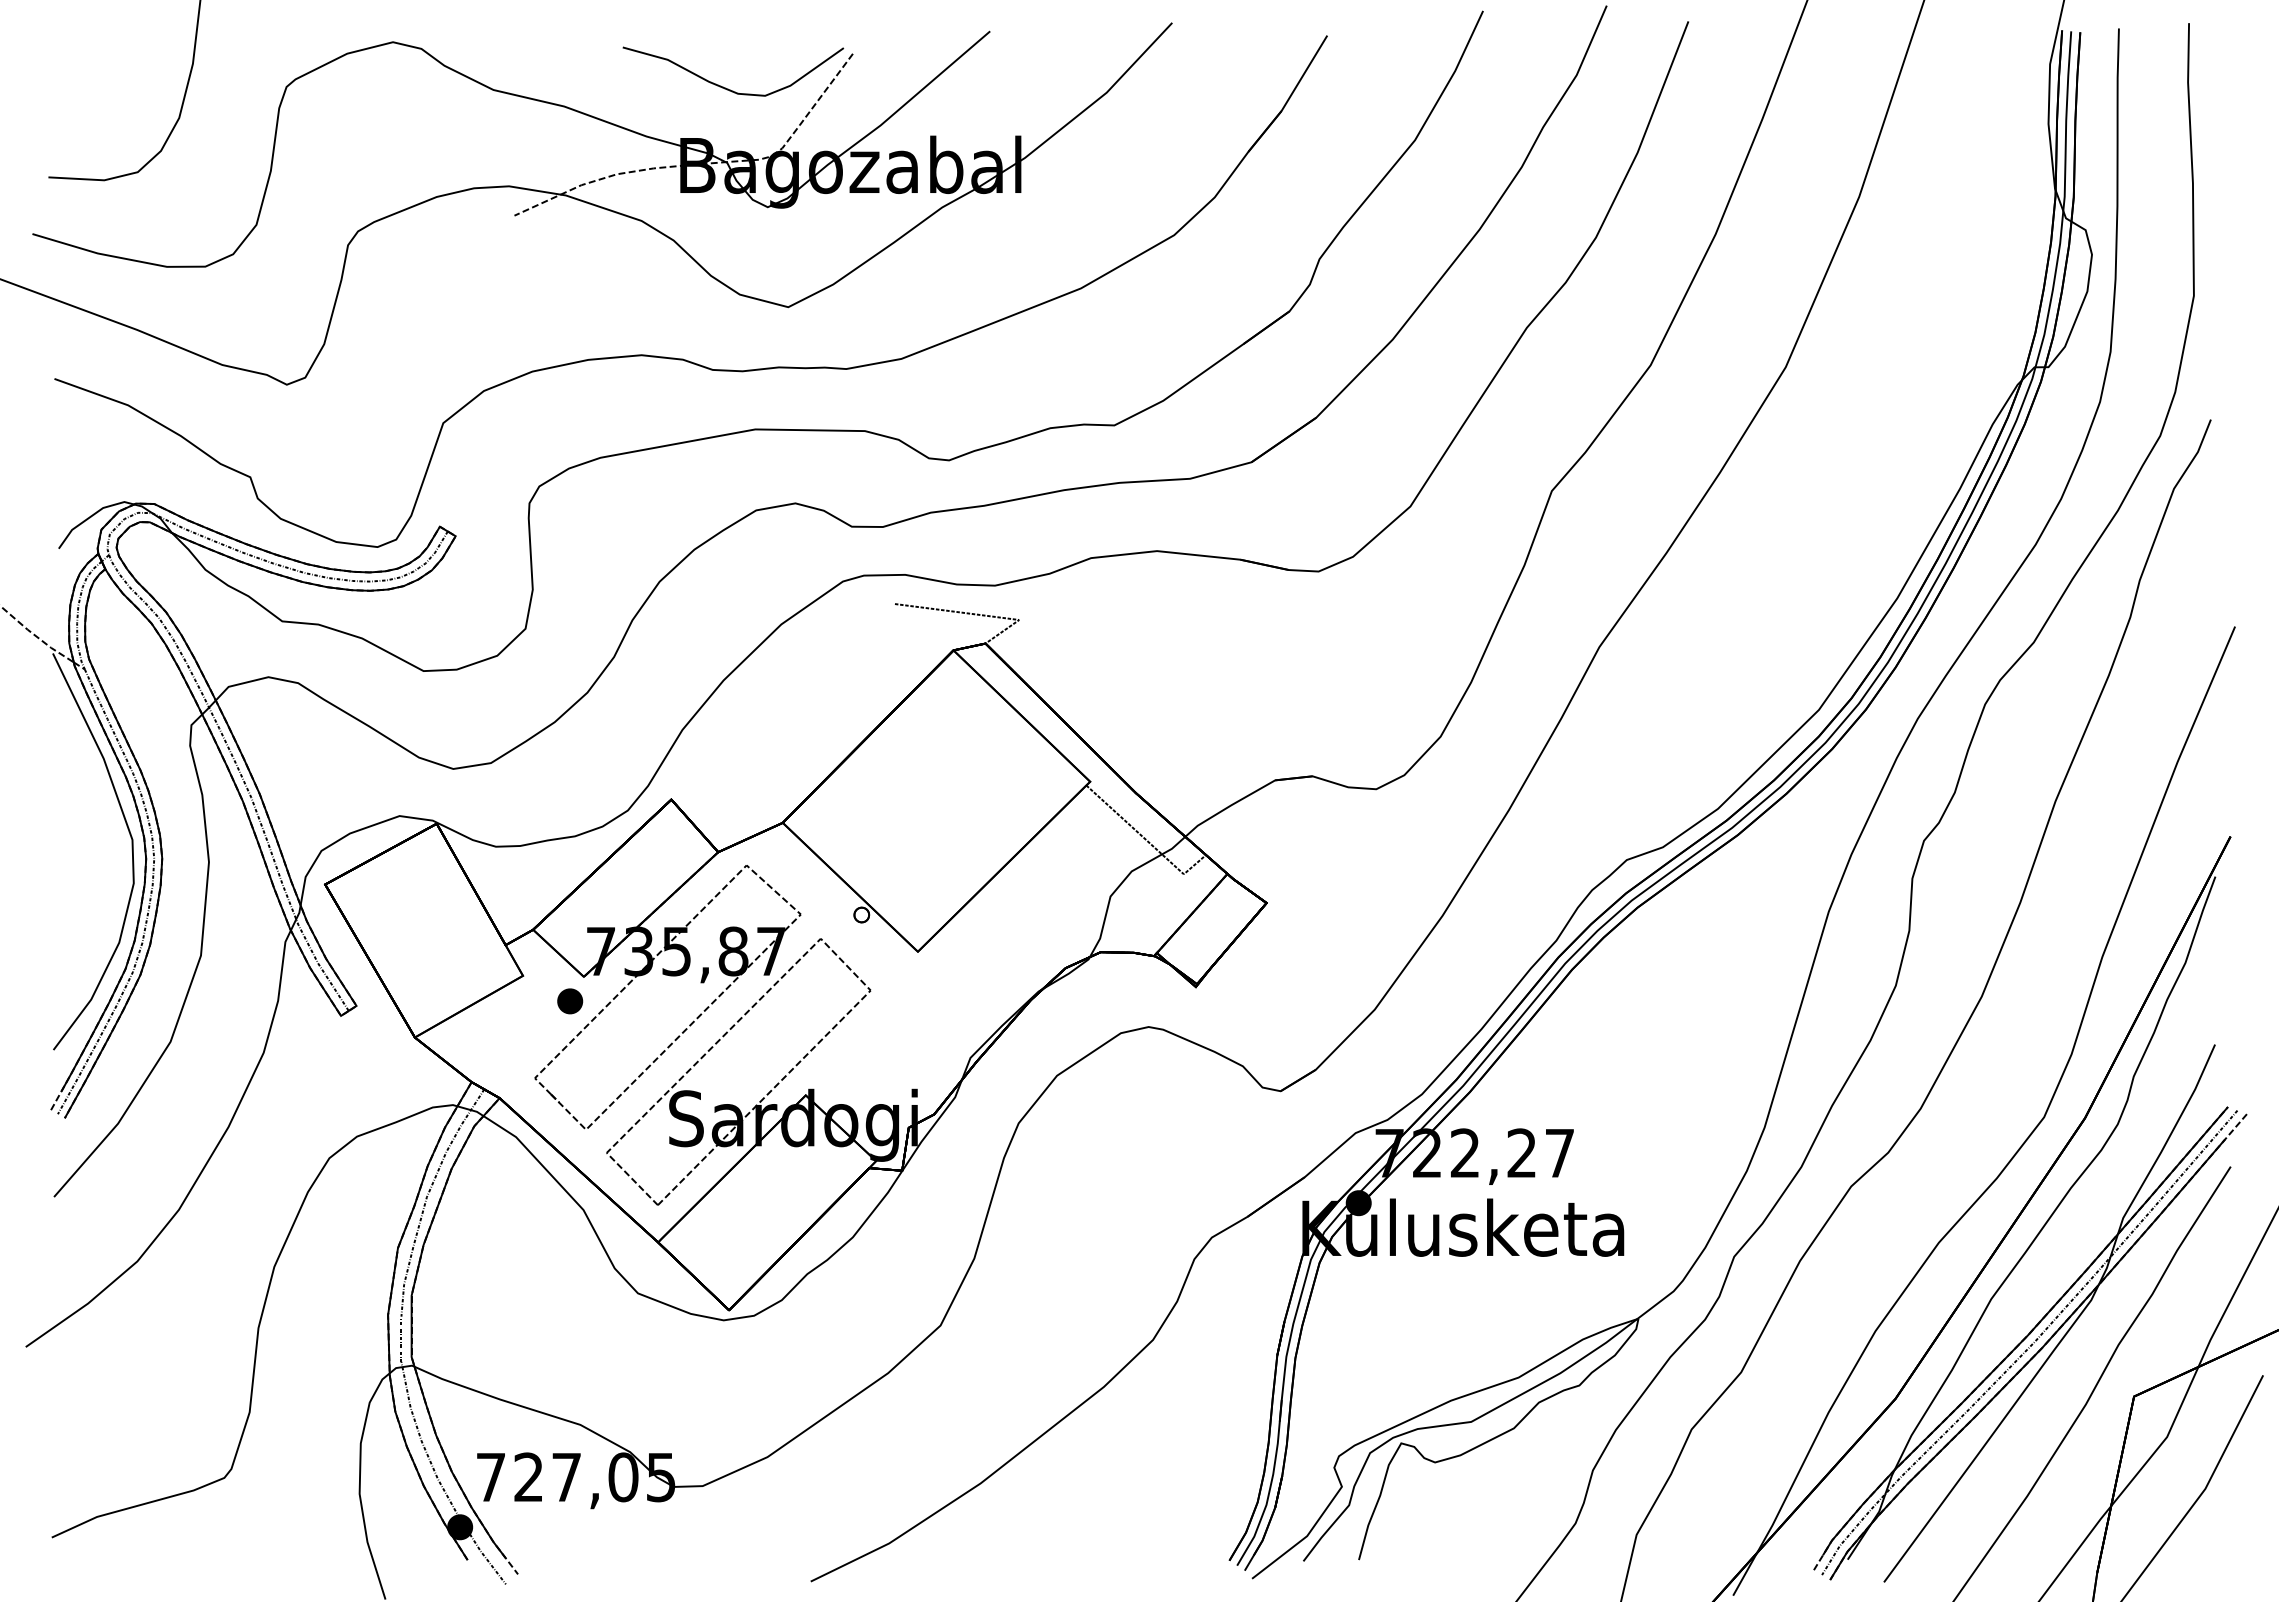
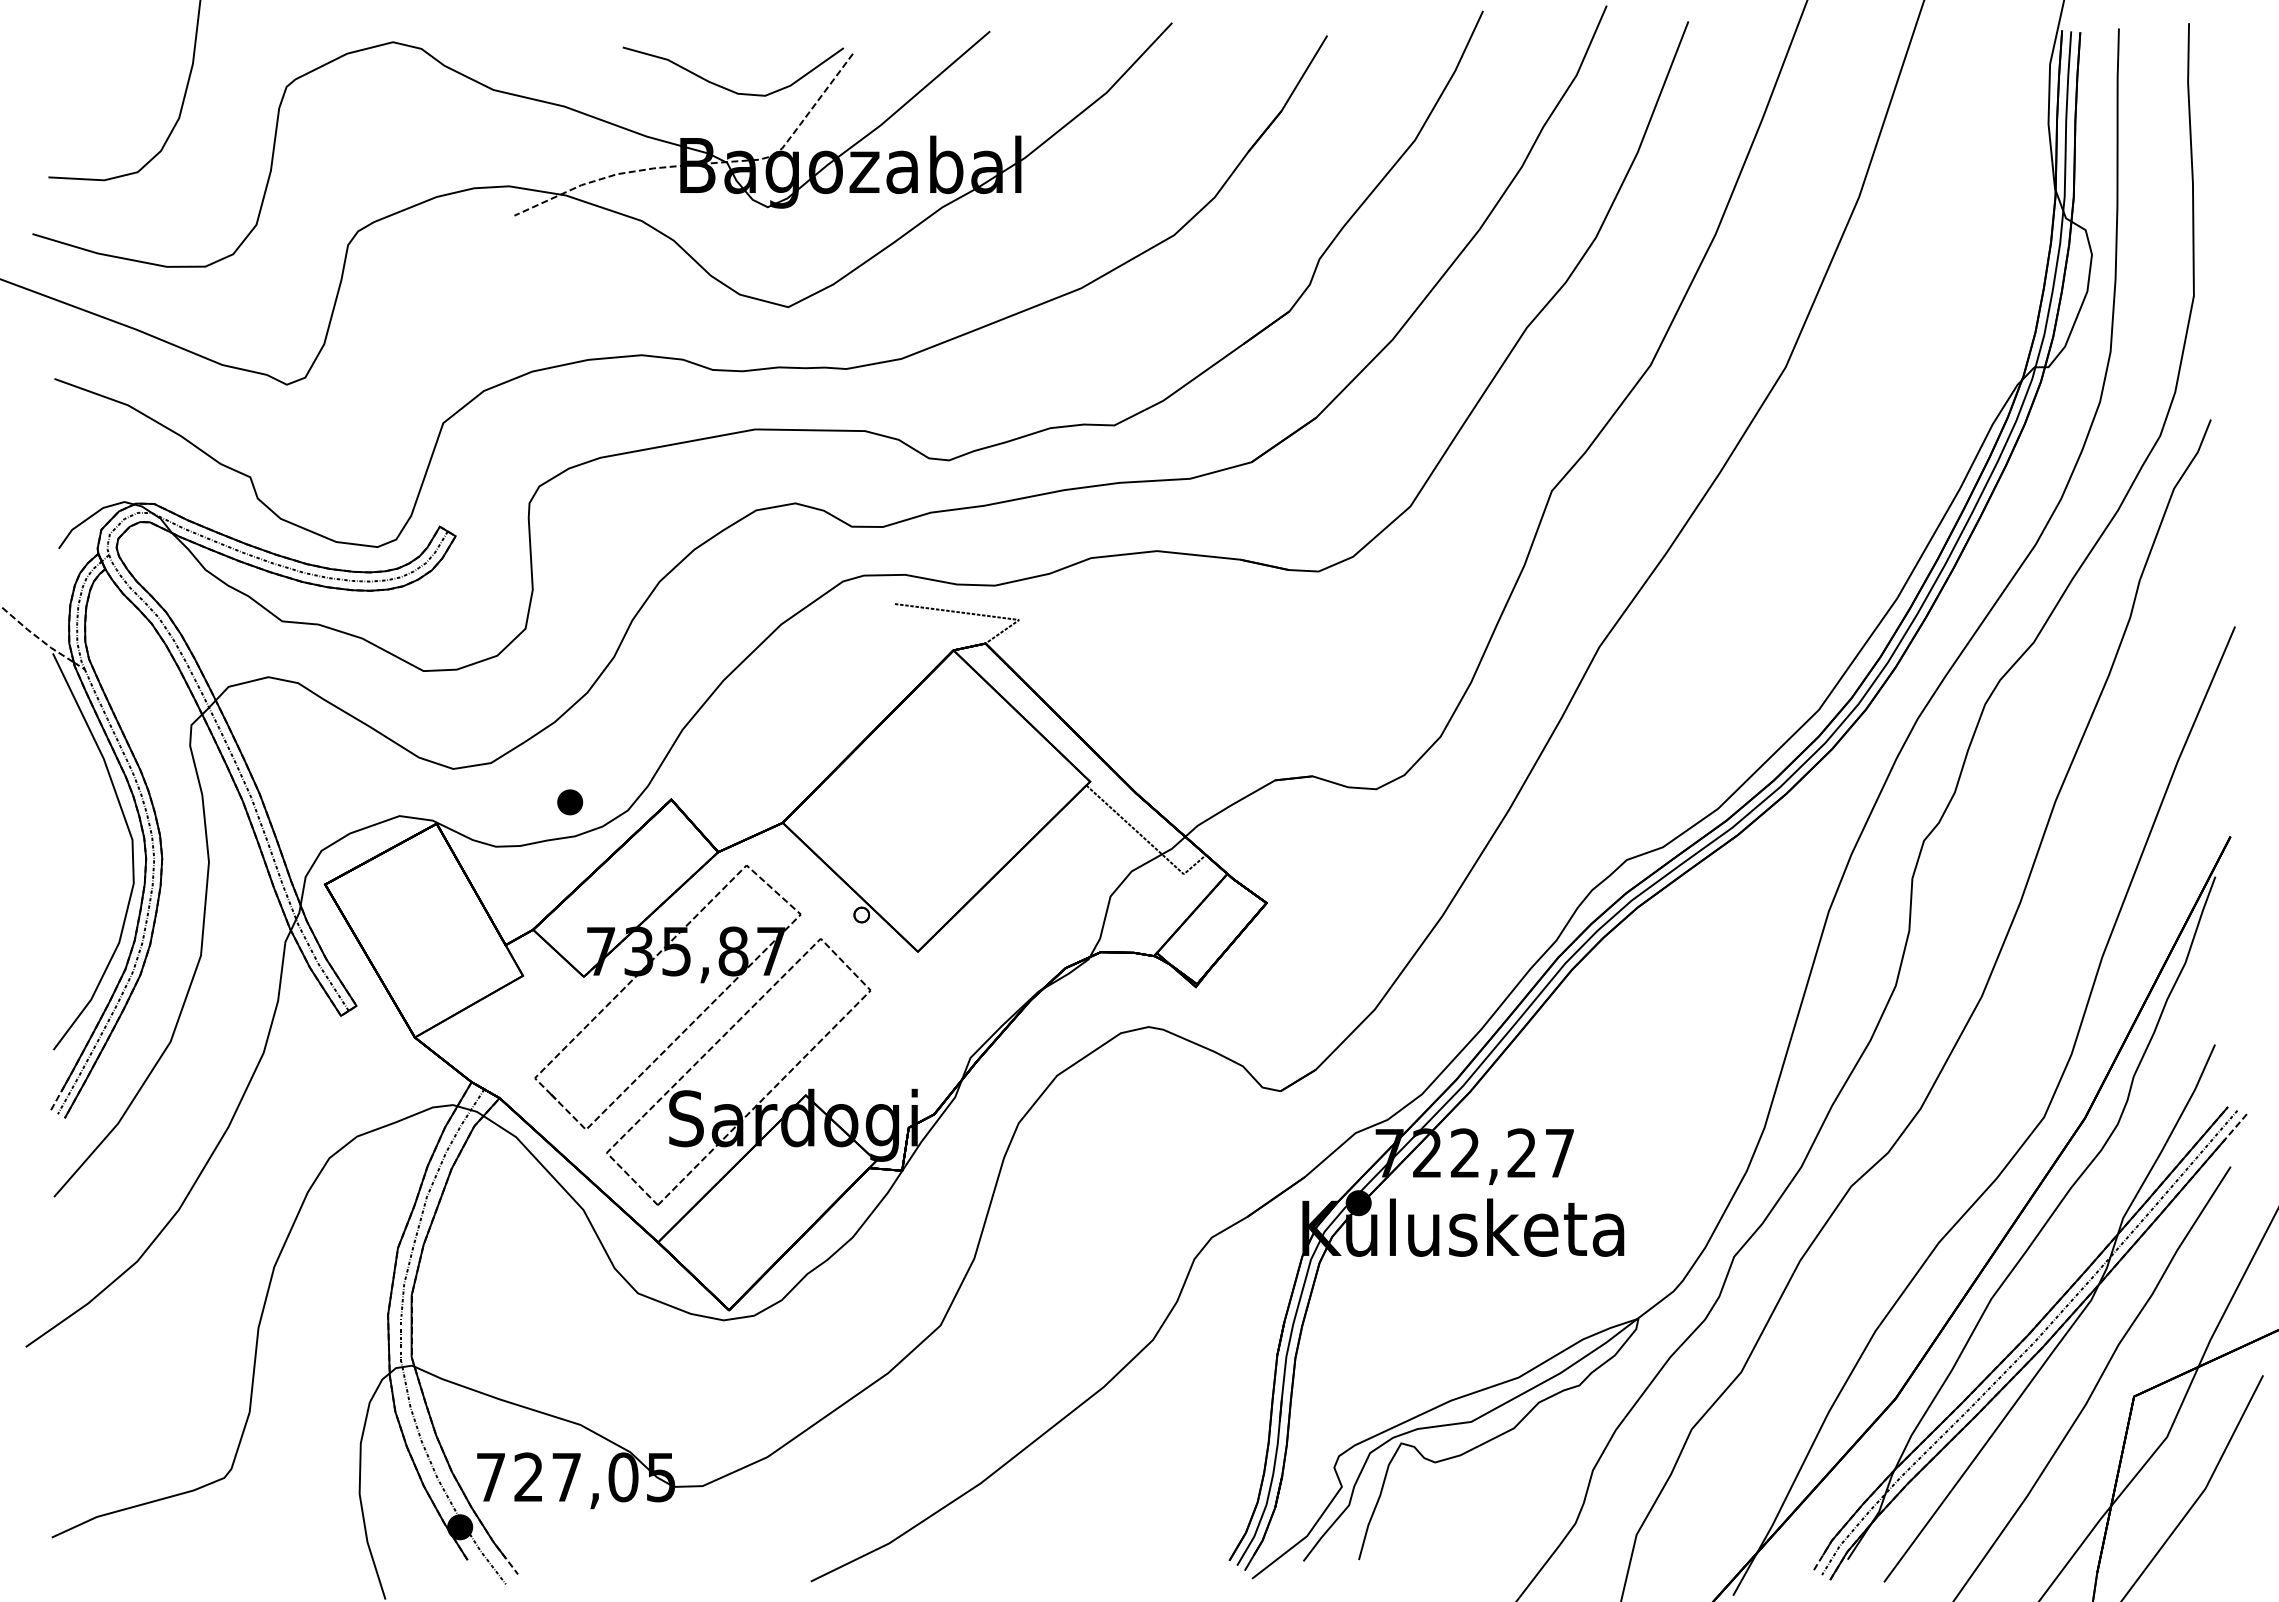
part at (570, 1001) position: (570, 1001) -> (570, 802)
